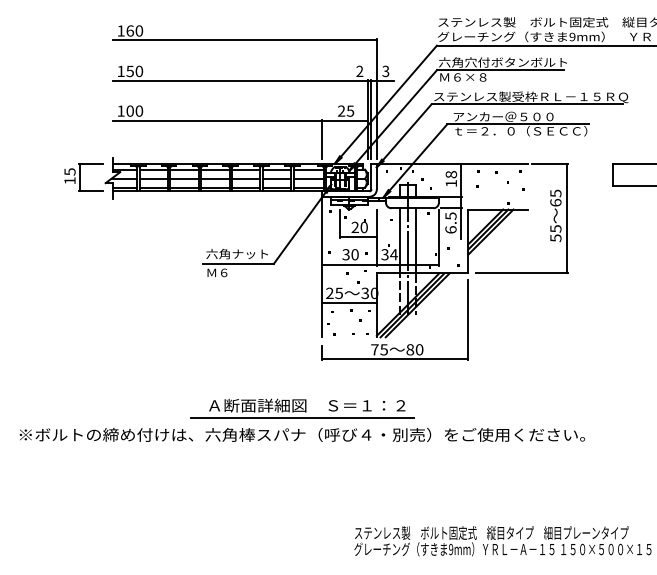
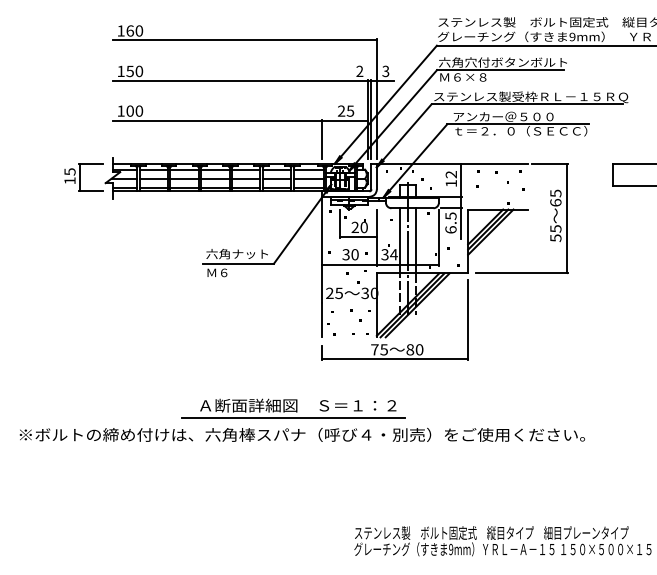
text at (451, 174): 18 -> 12
line at (349, 302): present -> none
part at (302, 408) position: (302, 408) -> (293, 408)
